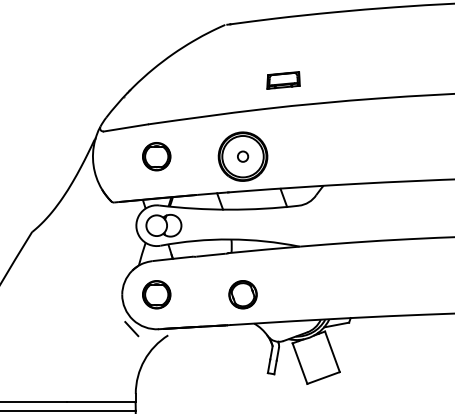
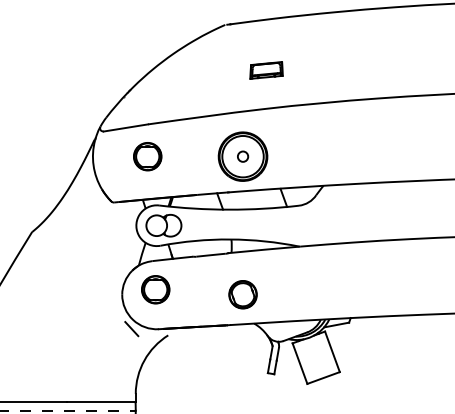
part at (283, 80) position: (283, 80) -> (266, 70)
part at (156, 156) position: (156, 156) -> (147, 156)
part at (156, 294) position: (156, 294) -> (155, 289)
line at (68, 410): solid -> dashed
